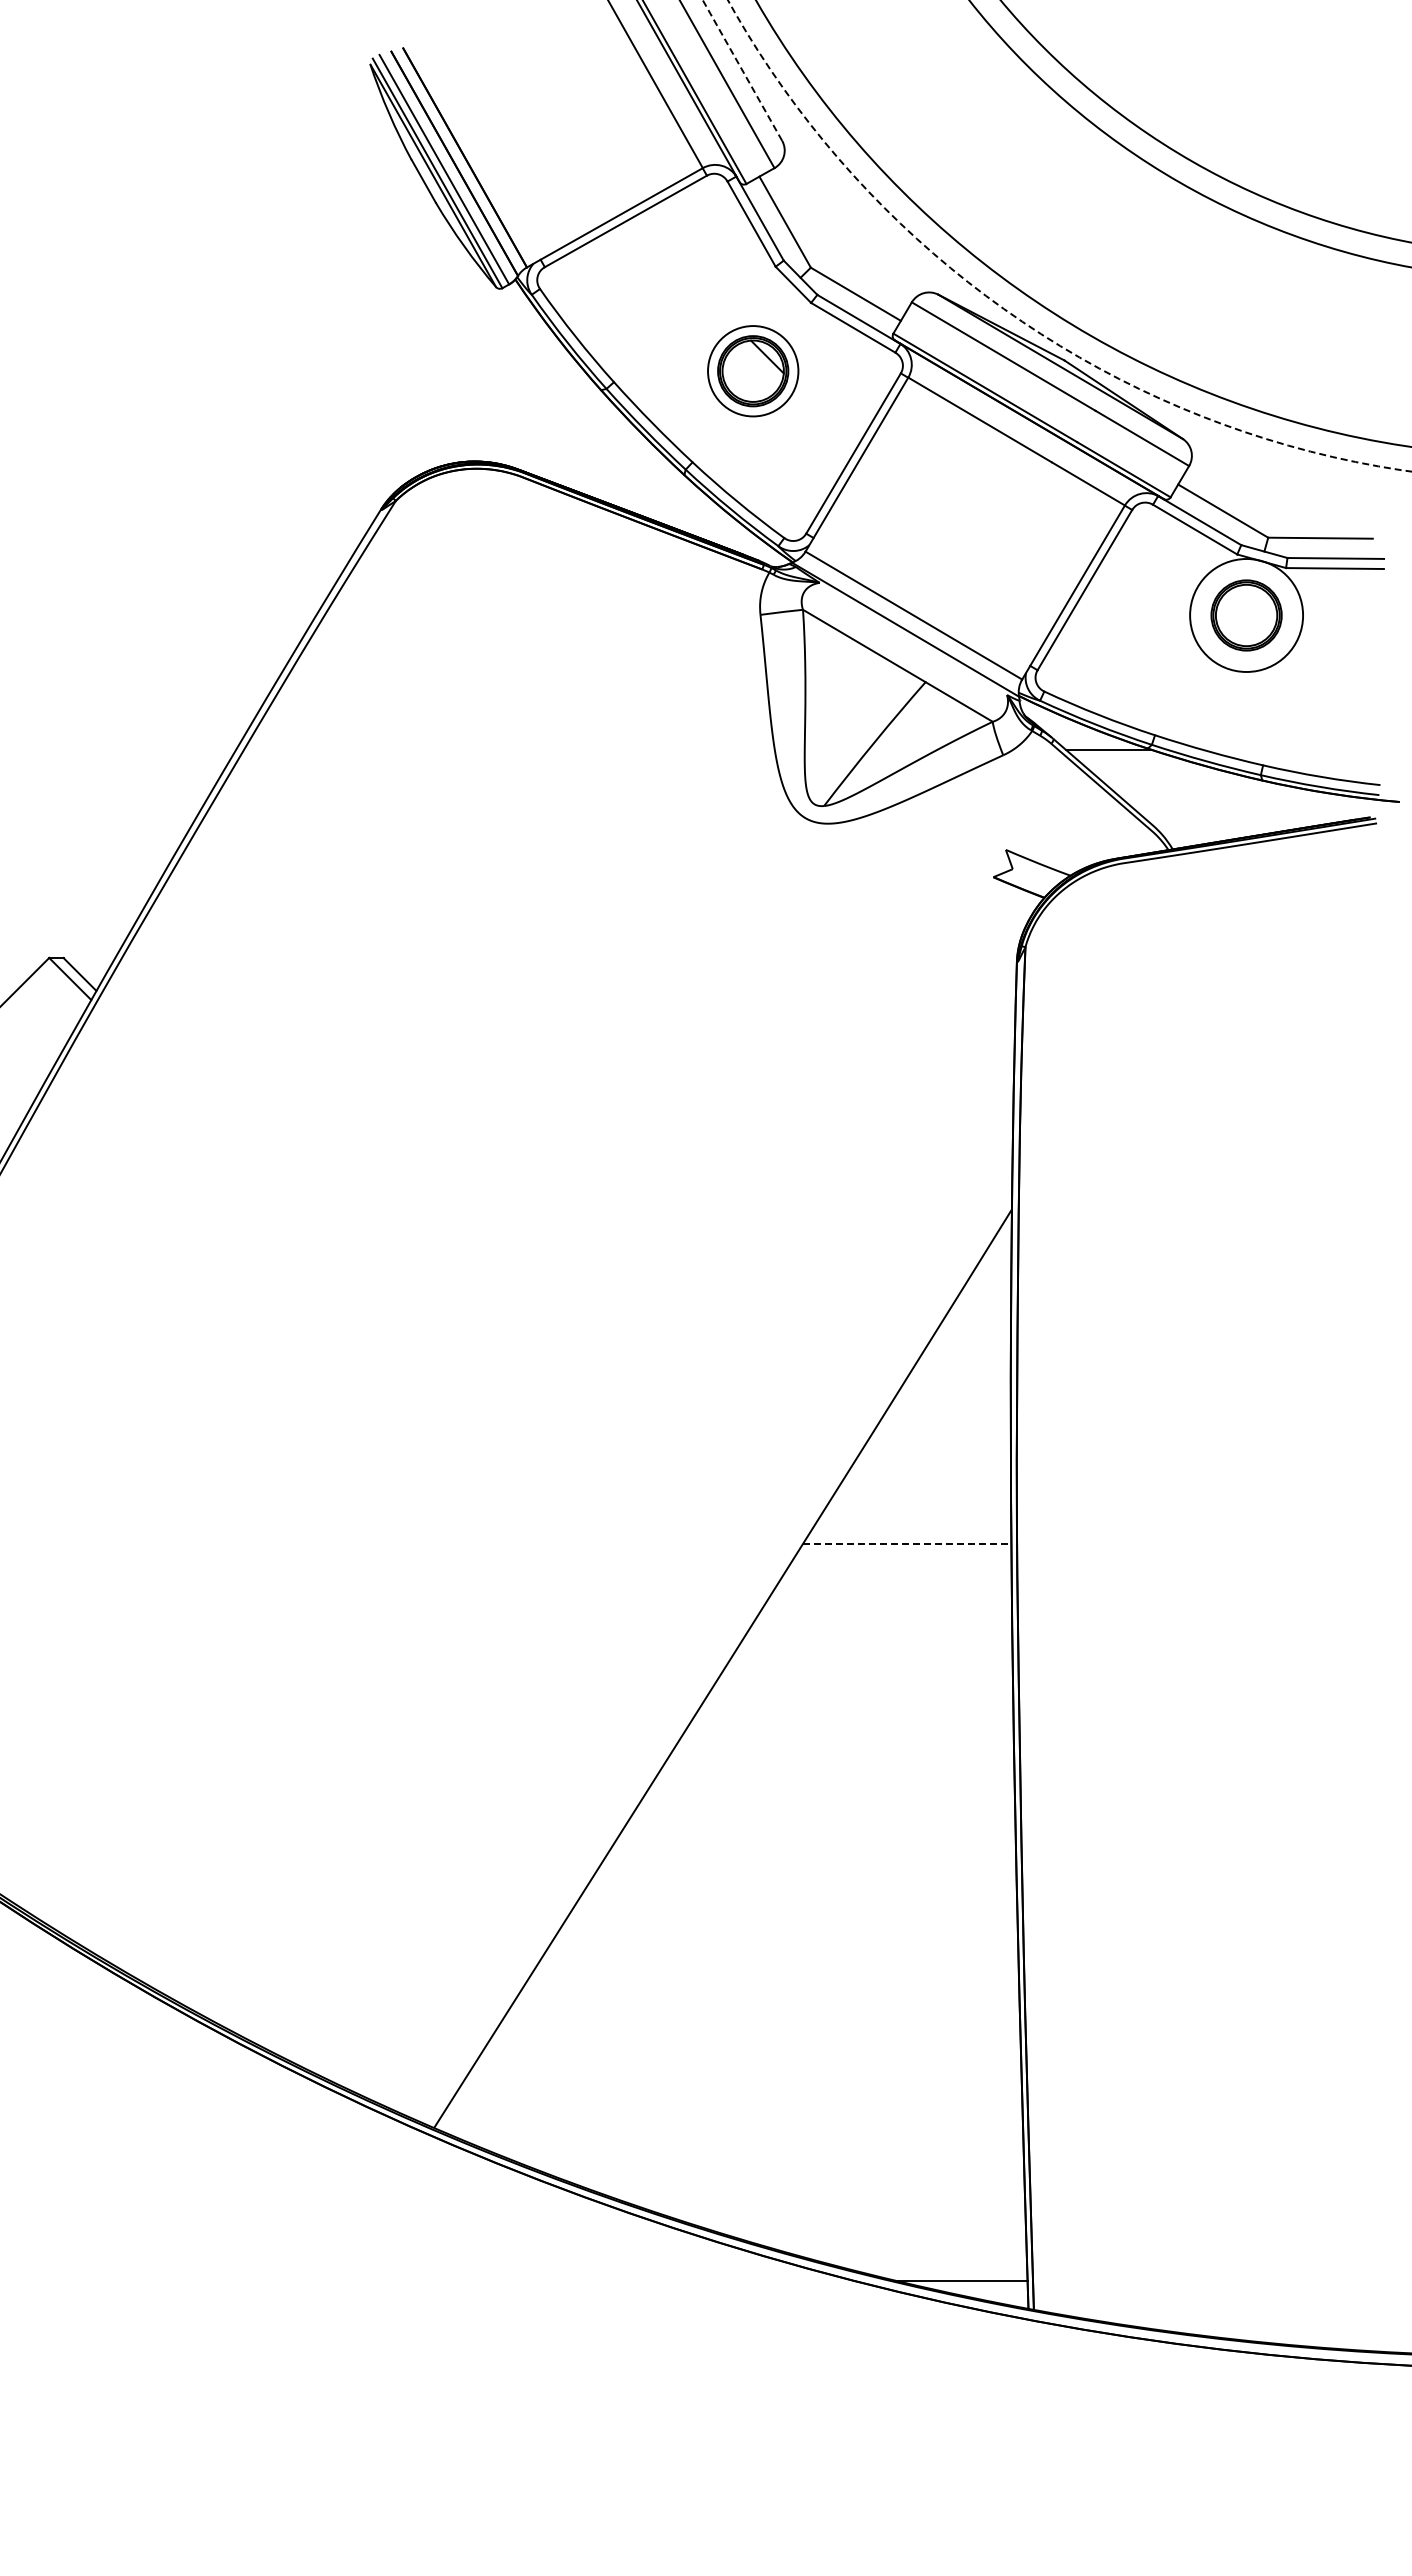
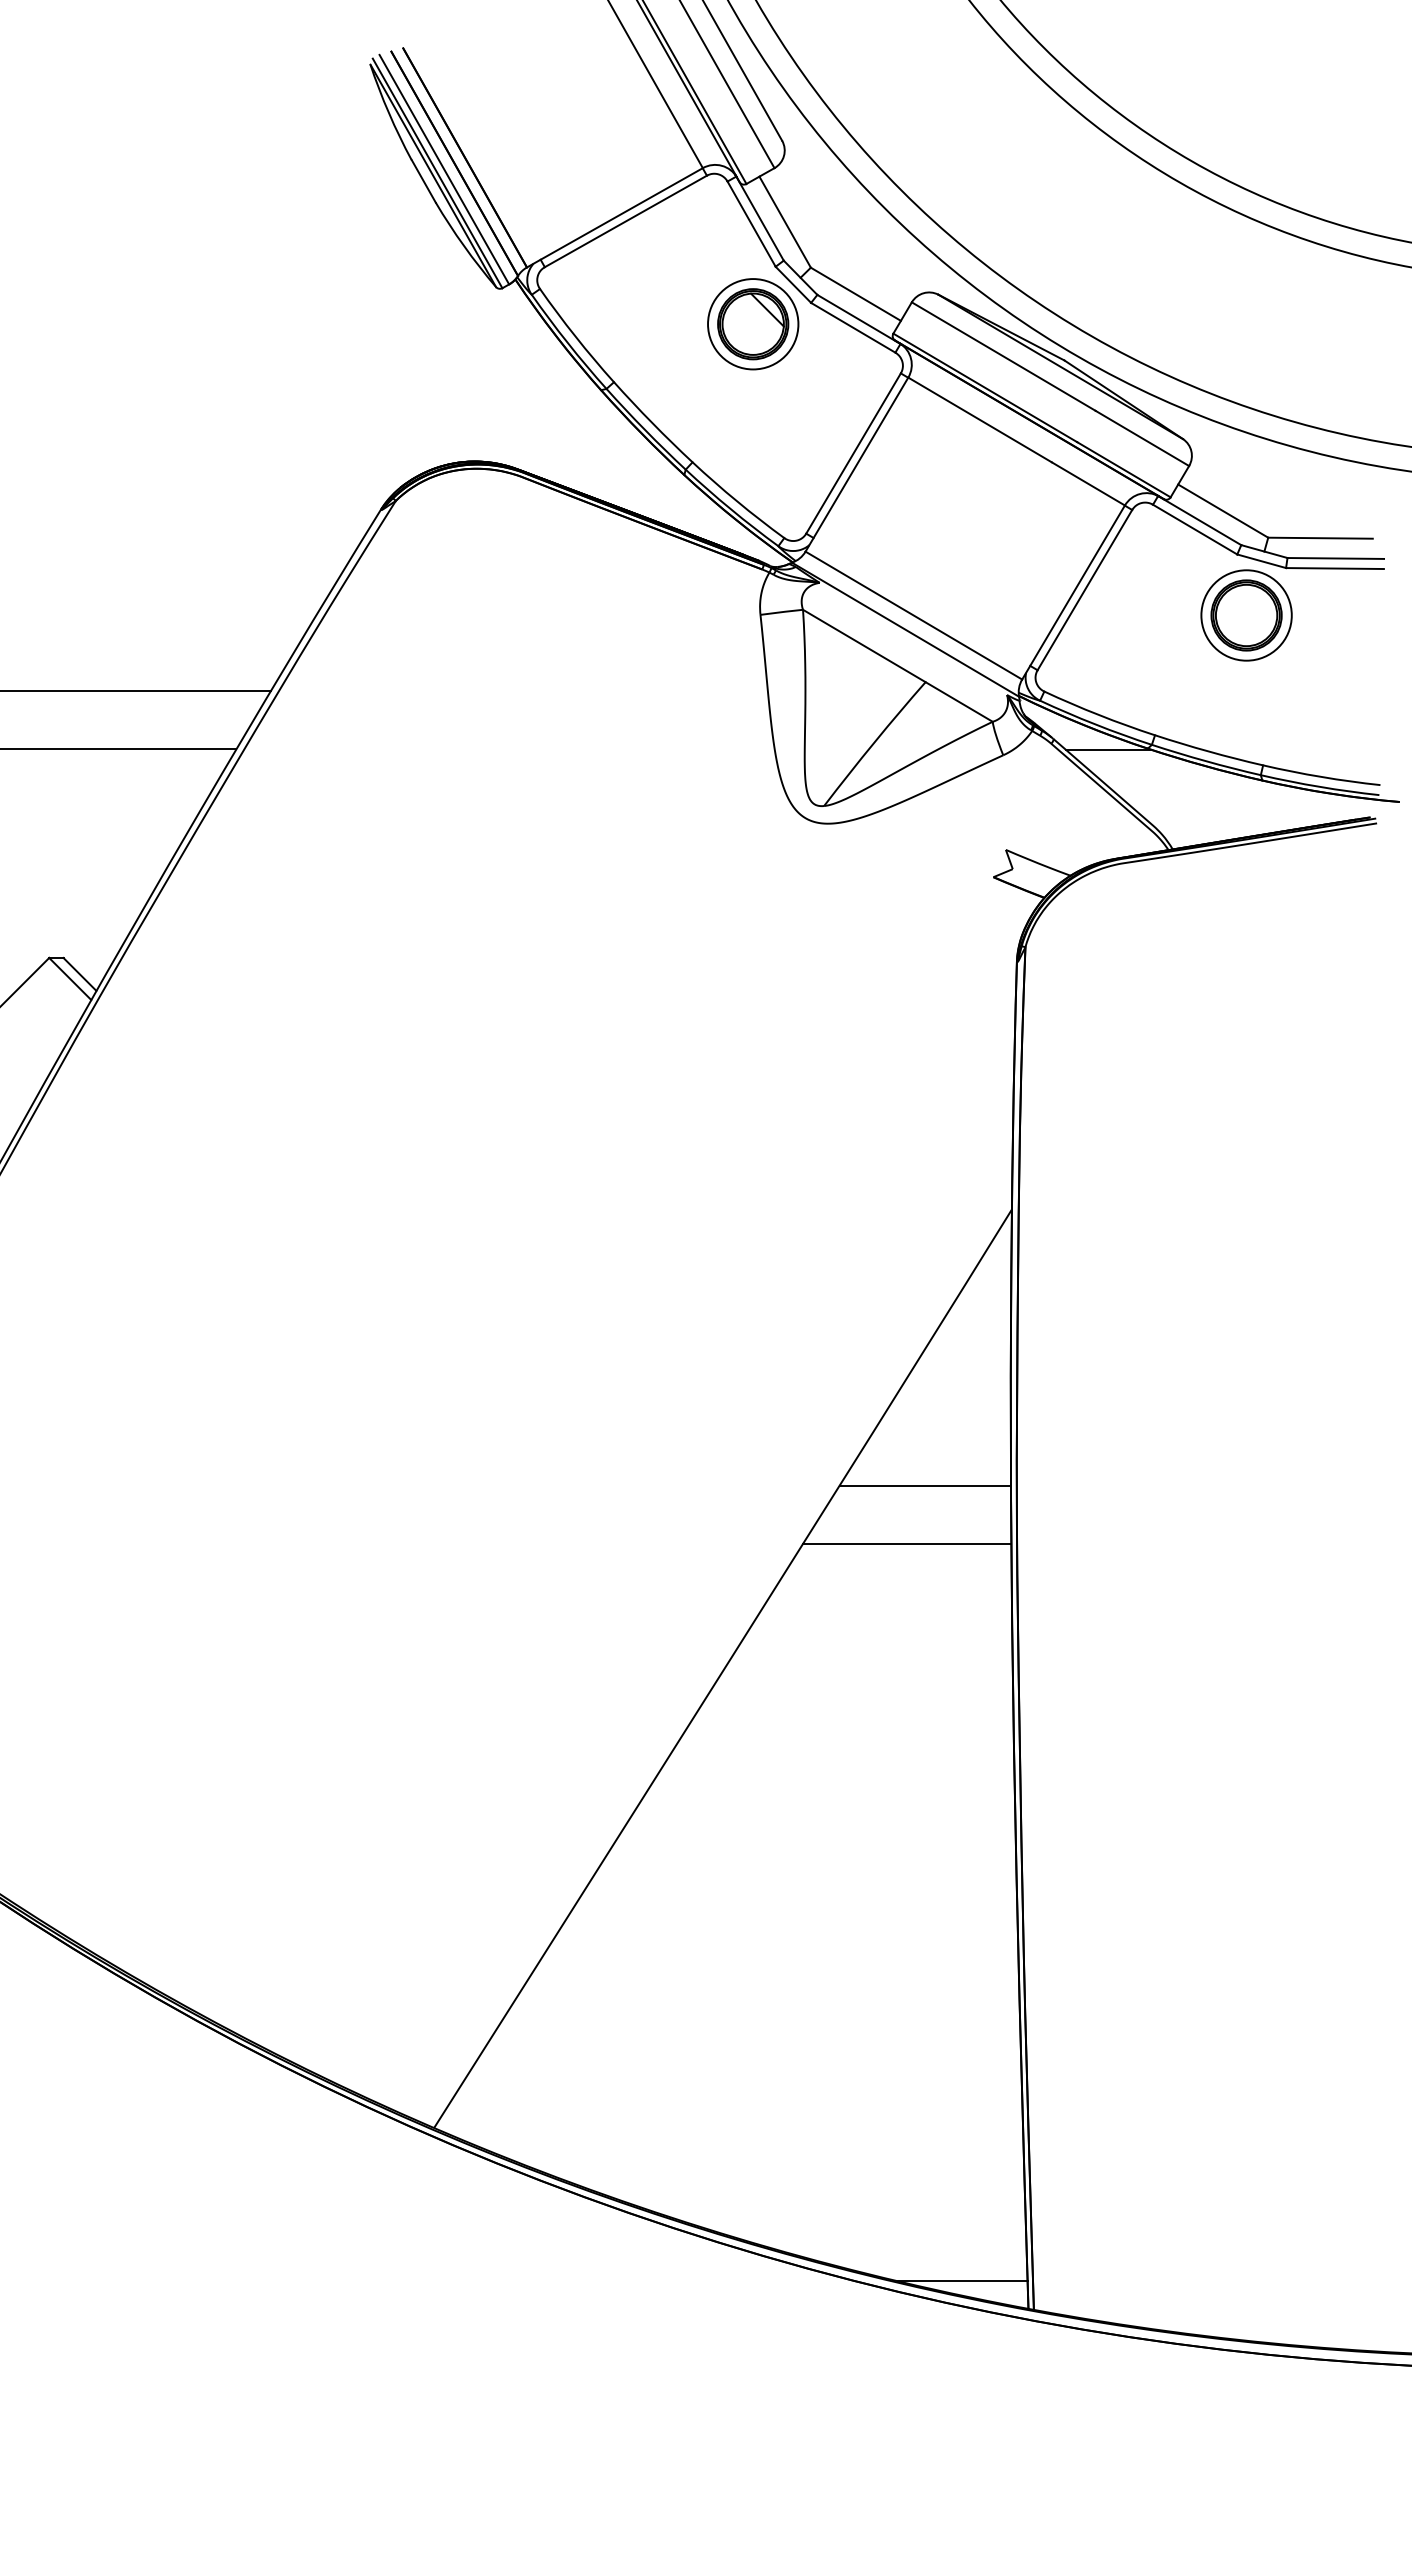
line at (742, 70): dashed -> solid
circle at (1069, 235): dashed -> solid
part at (753, 371) position: (753, 371) -> (753, 324)
circle at (1246, 615) diameter: 113 px -> 90 px
line at (136, 691): none -> present
line at (119, 749): none -> present
line at (924, 1486): none -> present
line at (907, 1544): dashed -> solid
